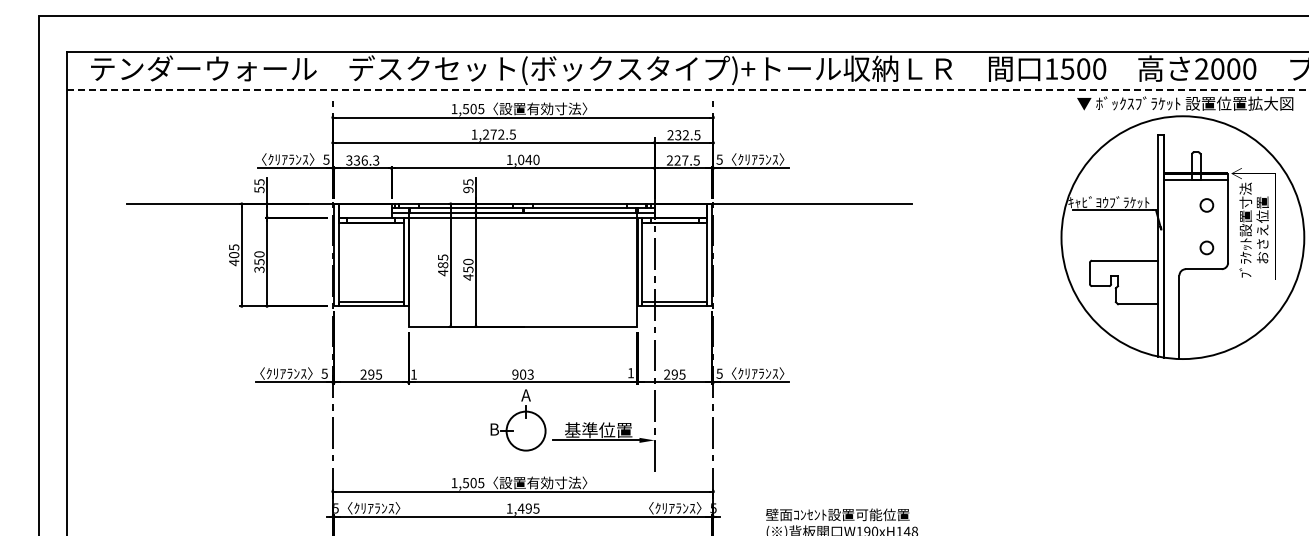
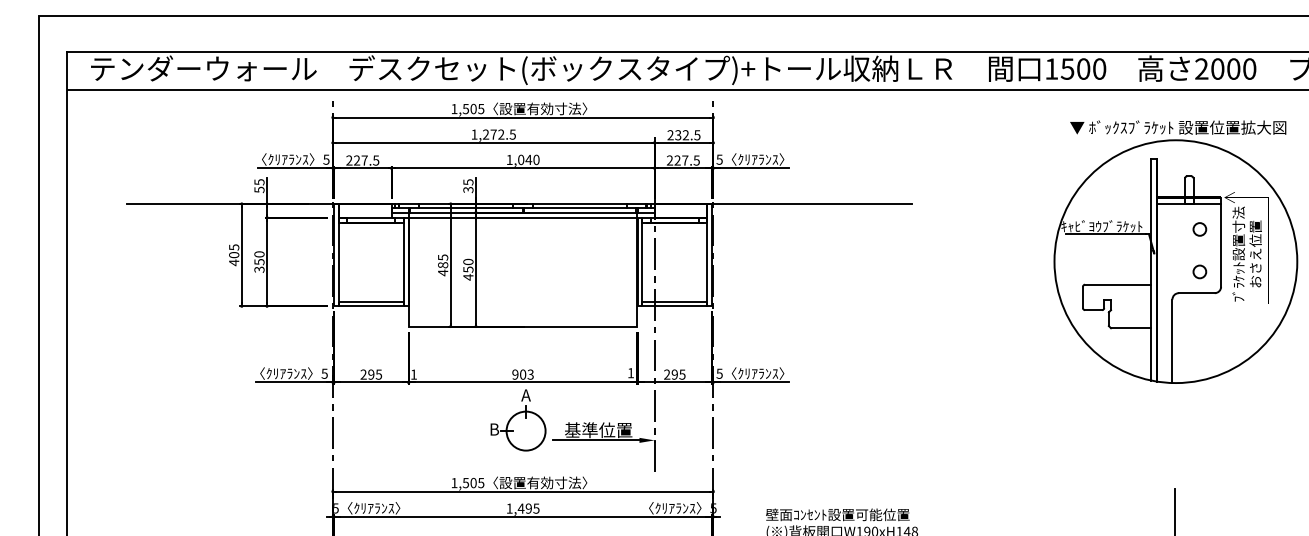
line at (687, 89): dashed -> solid
text at (362, 160): 336.3 -> 227.5
text at (468, 189): 95 -> 35
part at (1182, 227) position: (1182, 227) -> (1175, 251)
line at (1175, 510): none -> present
